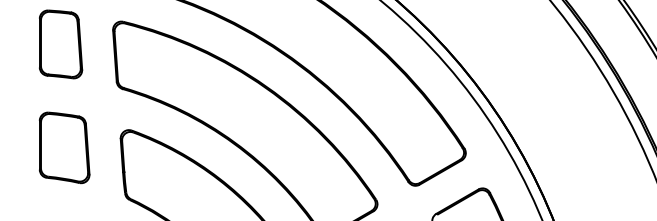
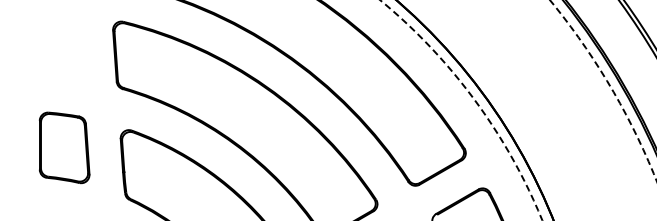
part at (61, 44): present -> none
arc at (610, 86): solid -> dashed
arc at (474, 99): solid -> dashed
